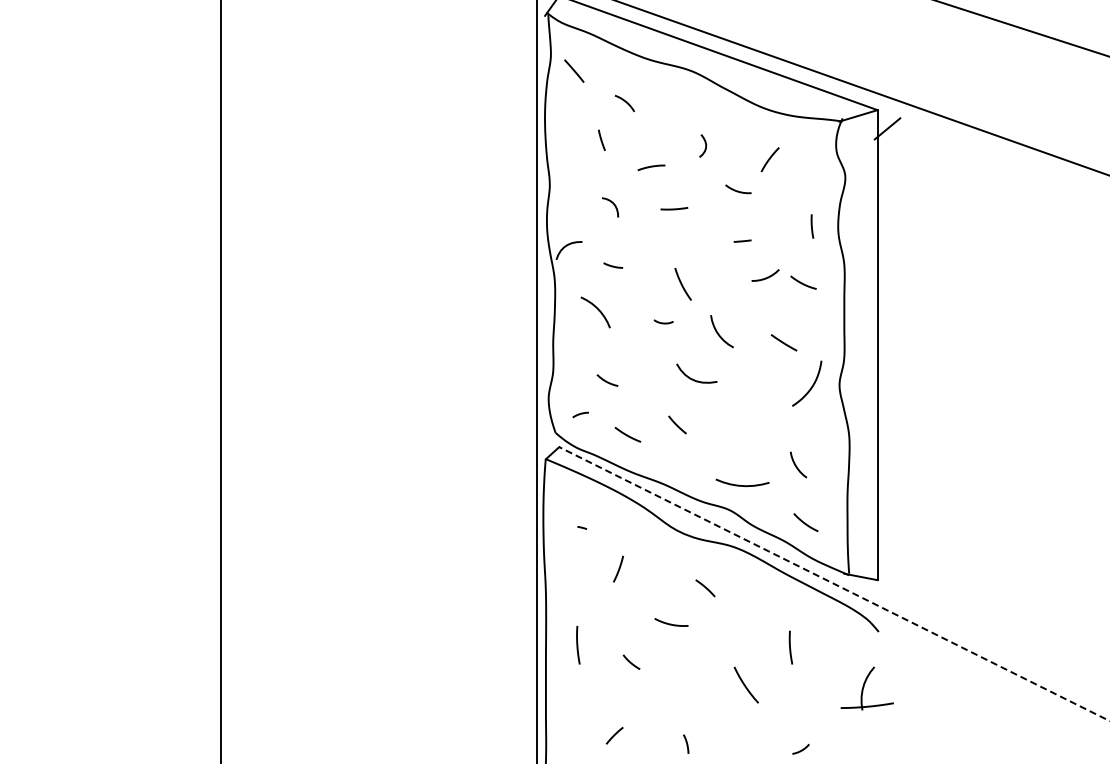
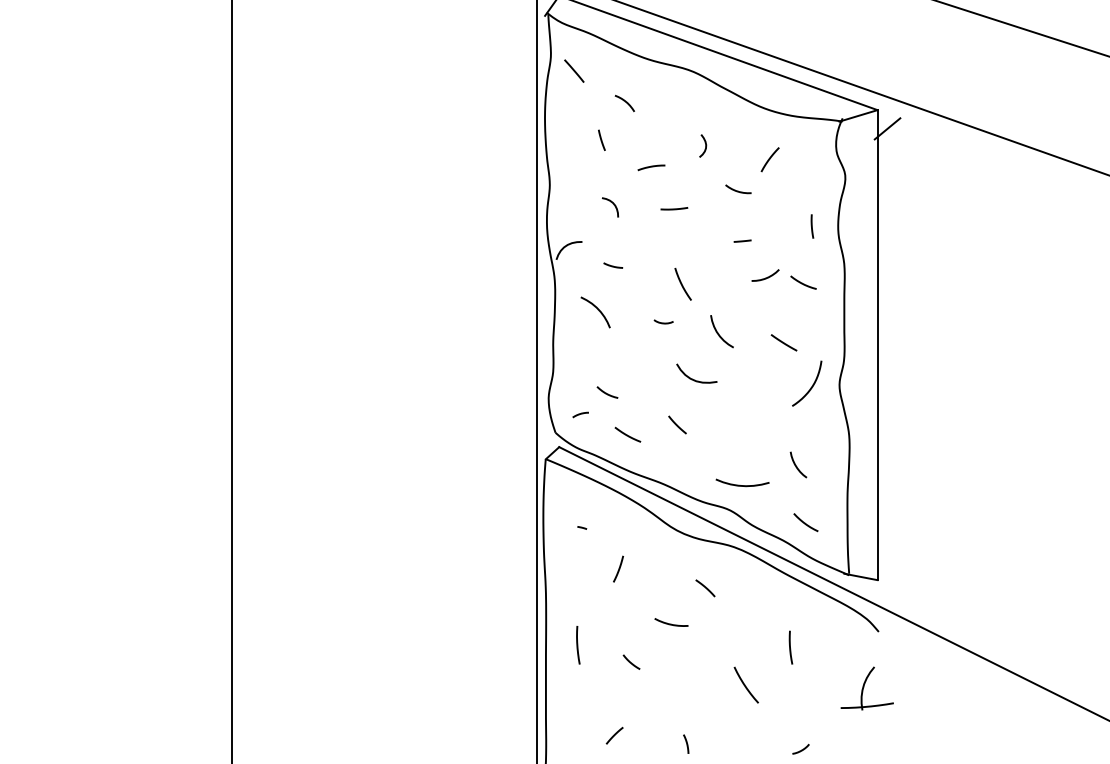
curve at (606, 380) position: (606, 380) -> (606, 392)
line at (221, 381) position: (221, 381) -> (232, 381)
line at (833, 583): dashed -> solid
